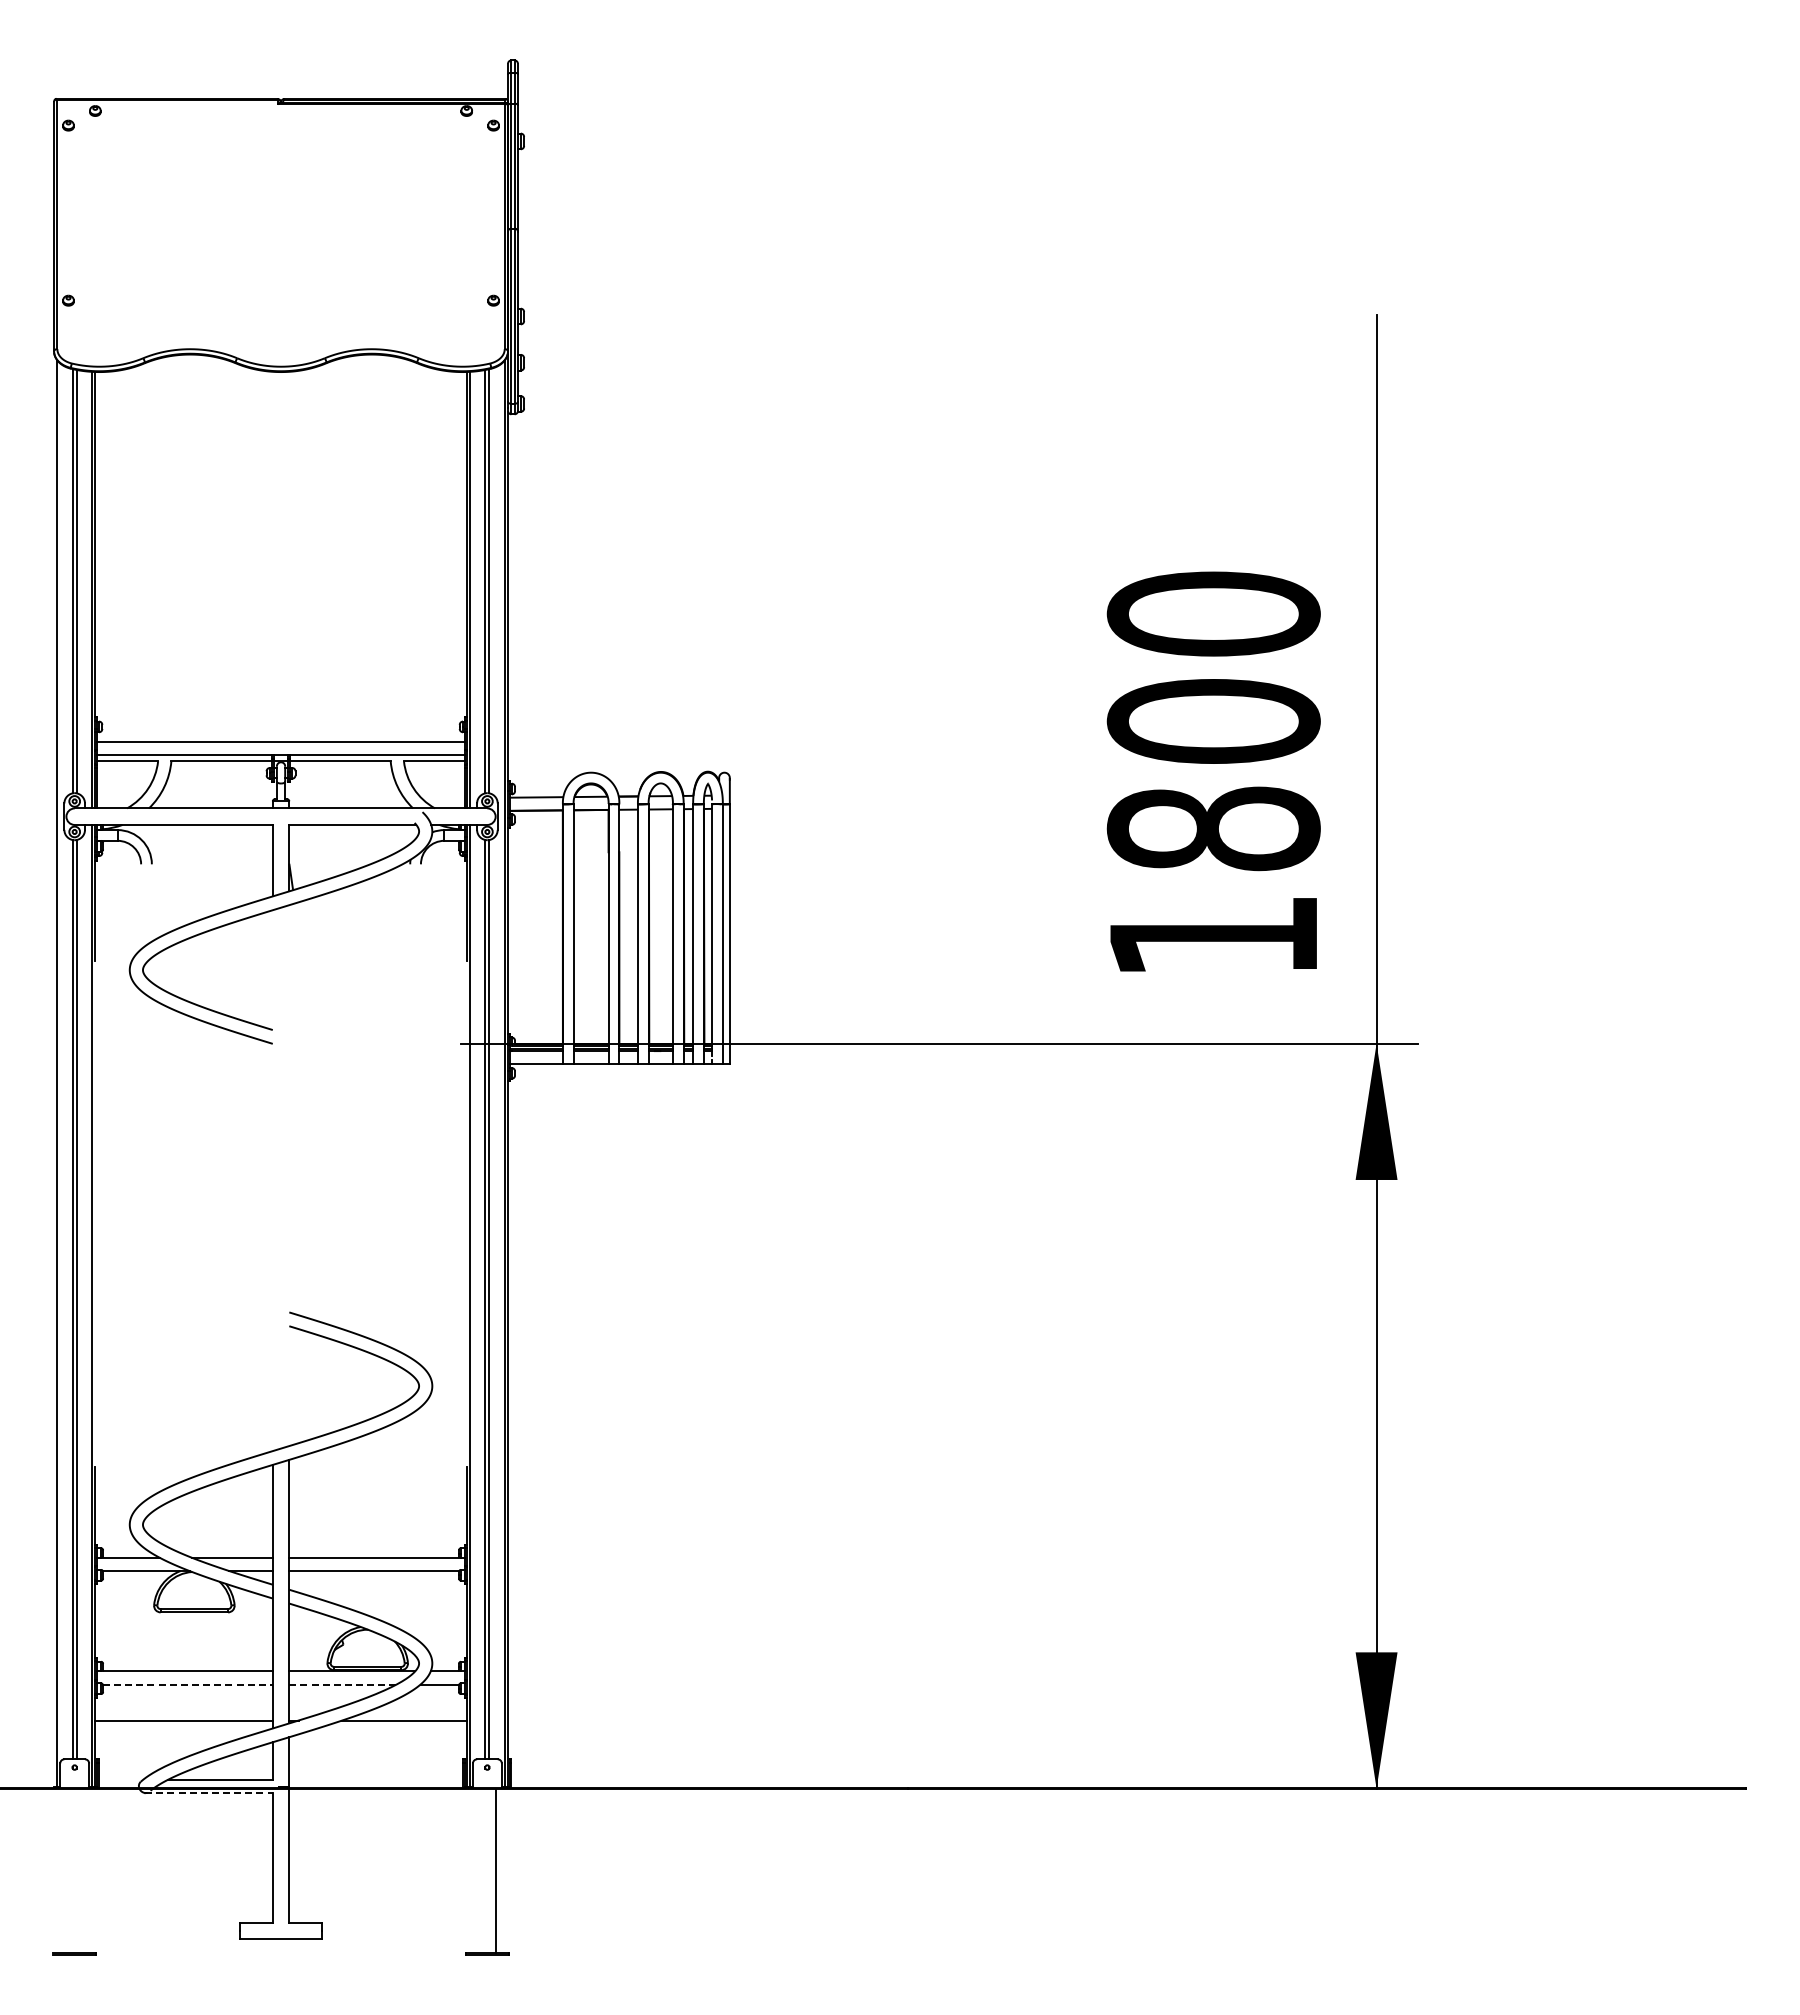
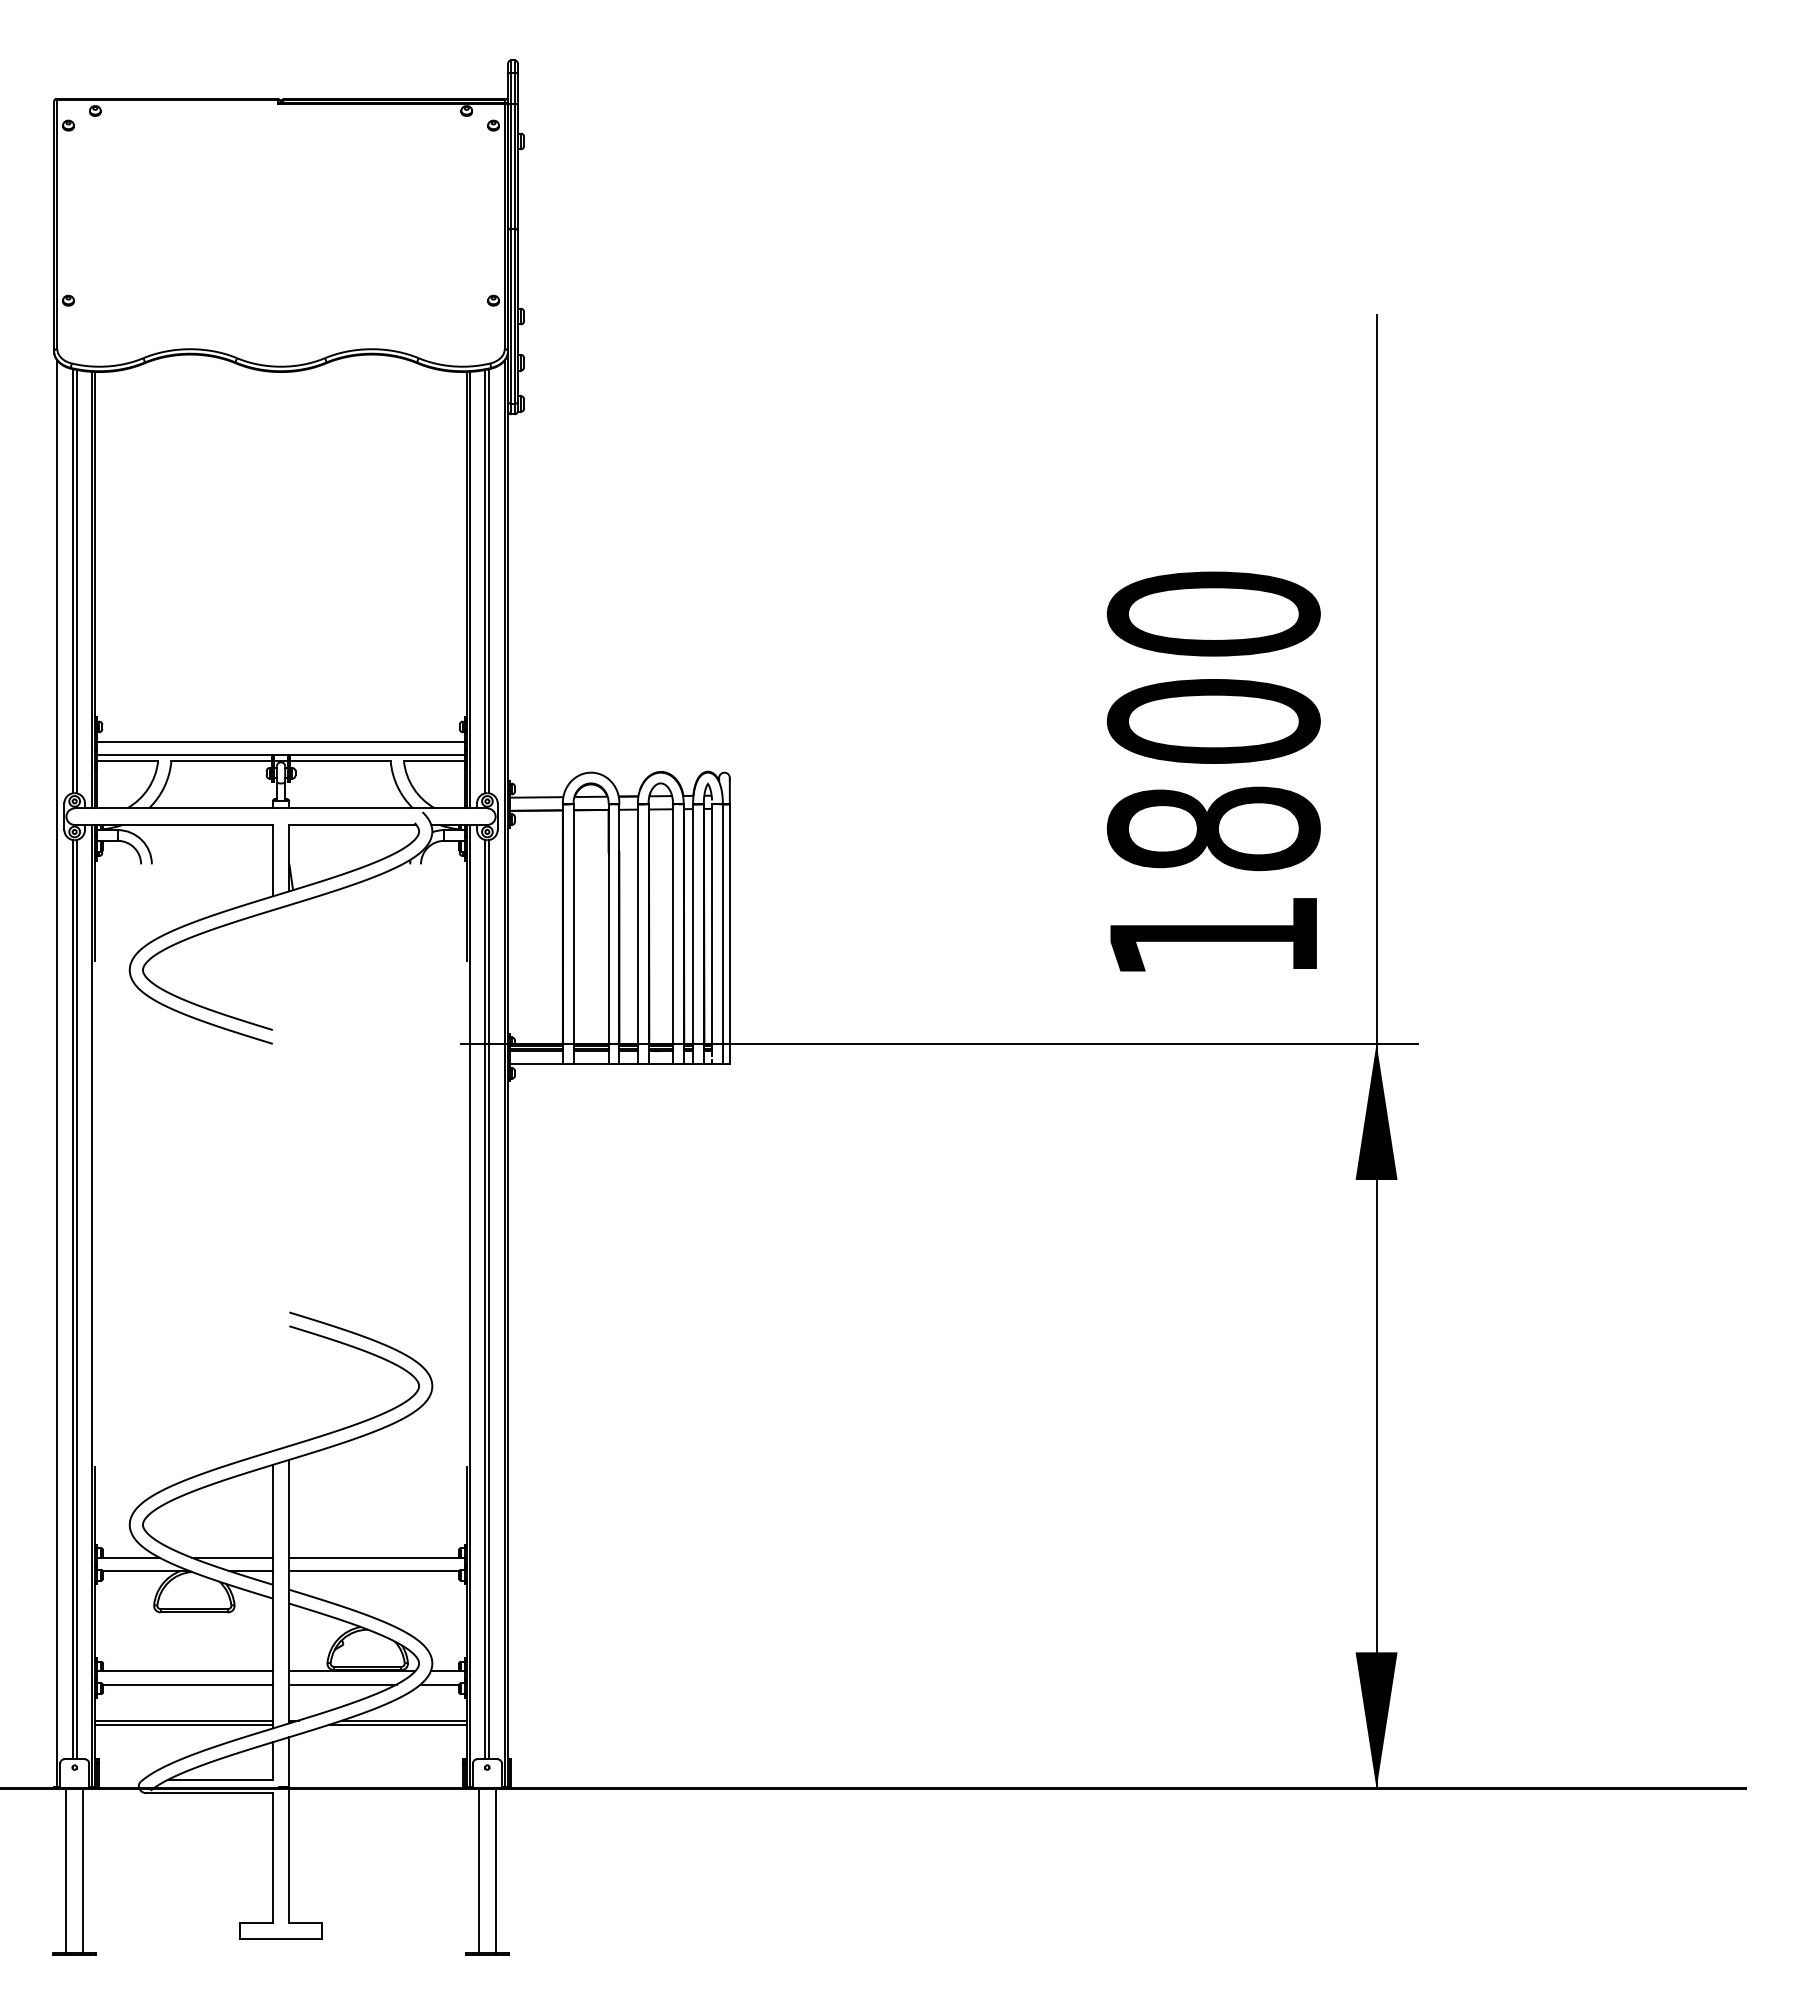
line at (187, 1684): dashed -> solid
line at (342, 1684): dashed -> solid
line at (183, 1724): none -> present
line at (397, 1724): none -> present
line at (209, 1793): dashed -> solid
line at (66, 1870): none -> present
line at (83, 1870): none -> present
line at (478, 1870): none -> present
